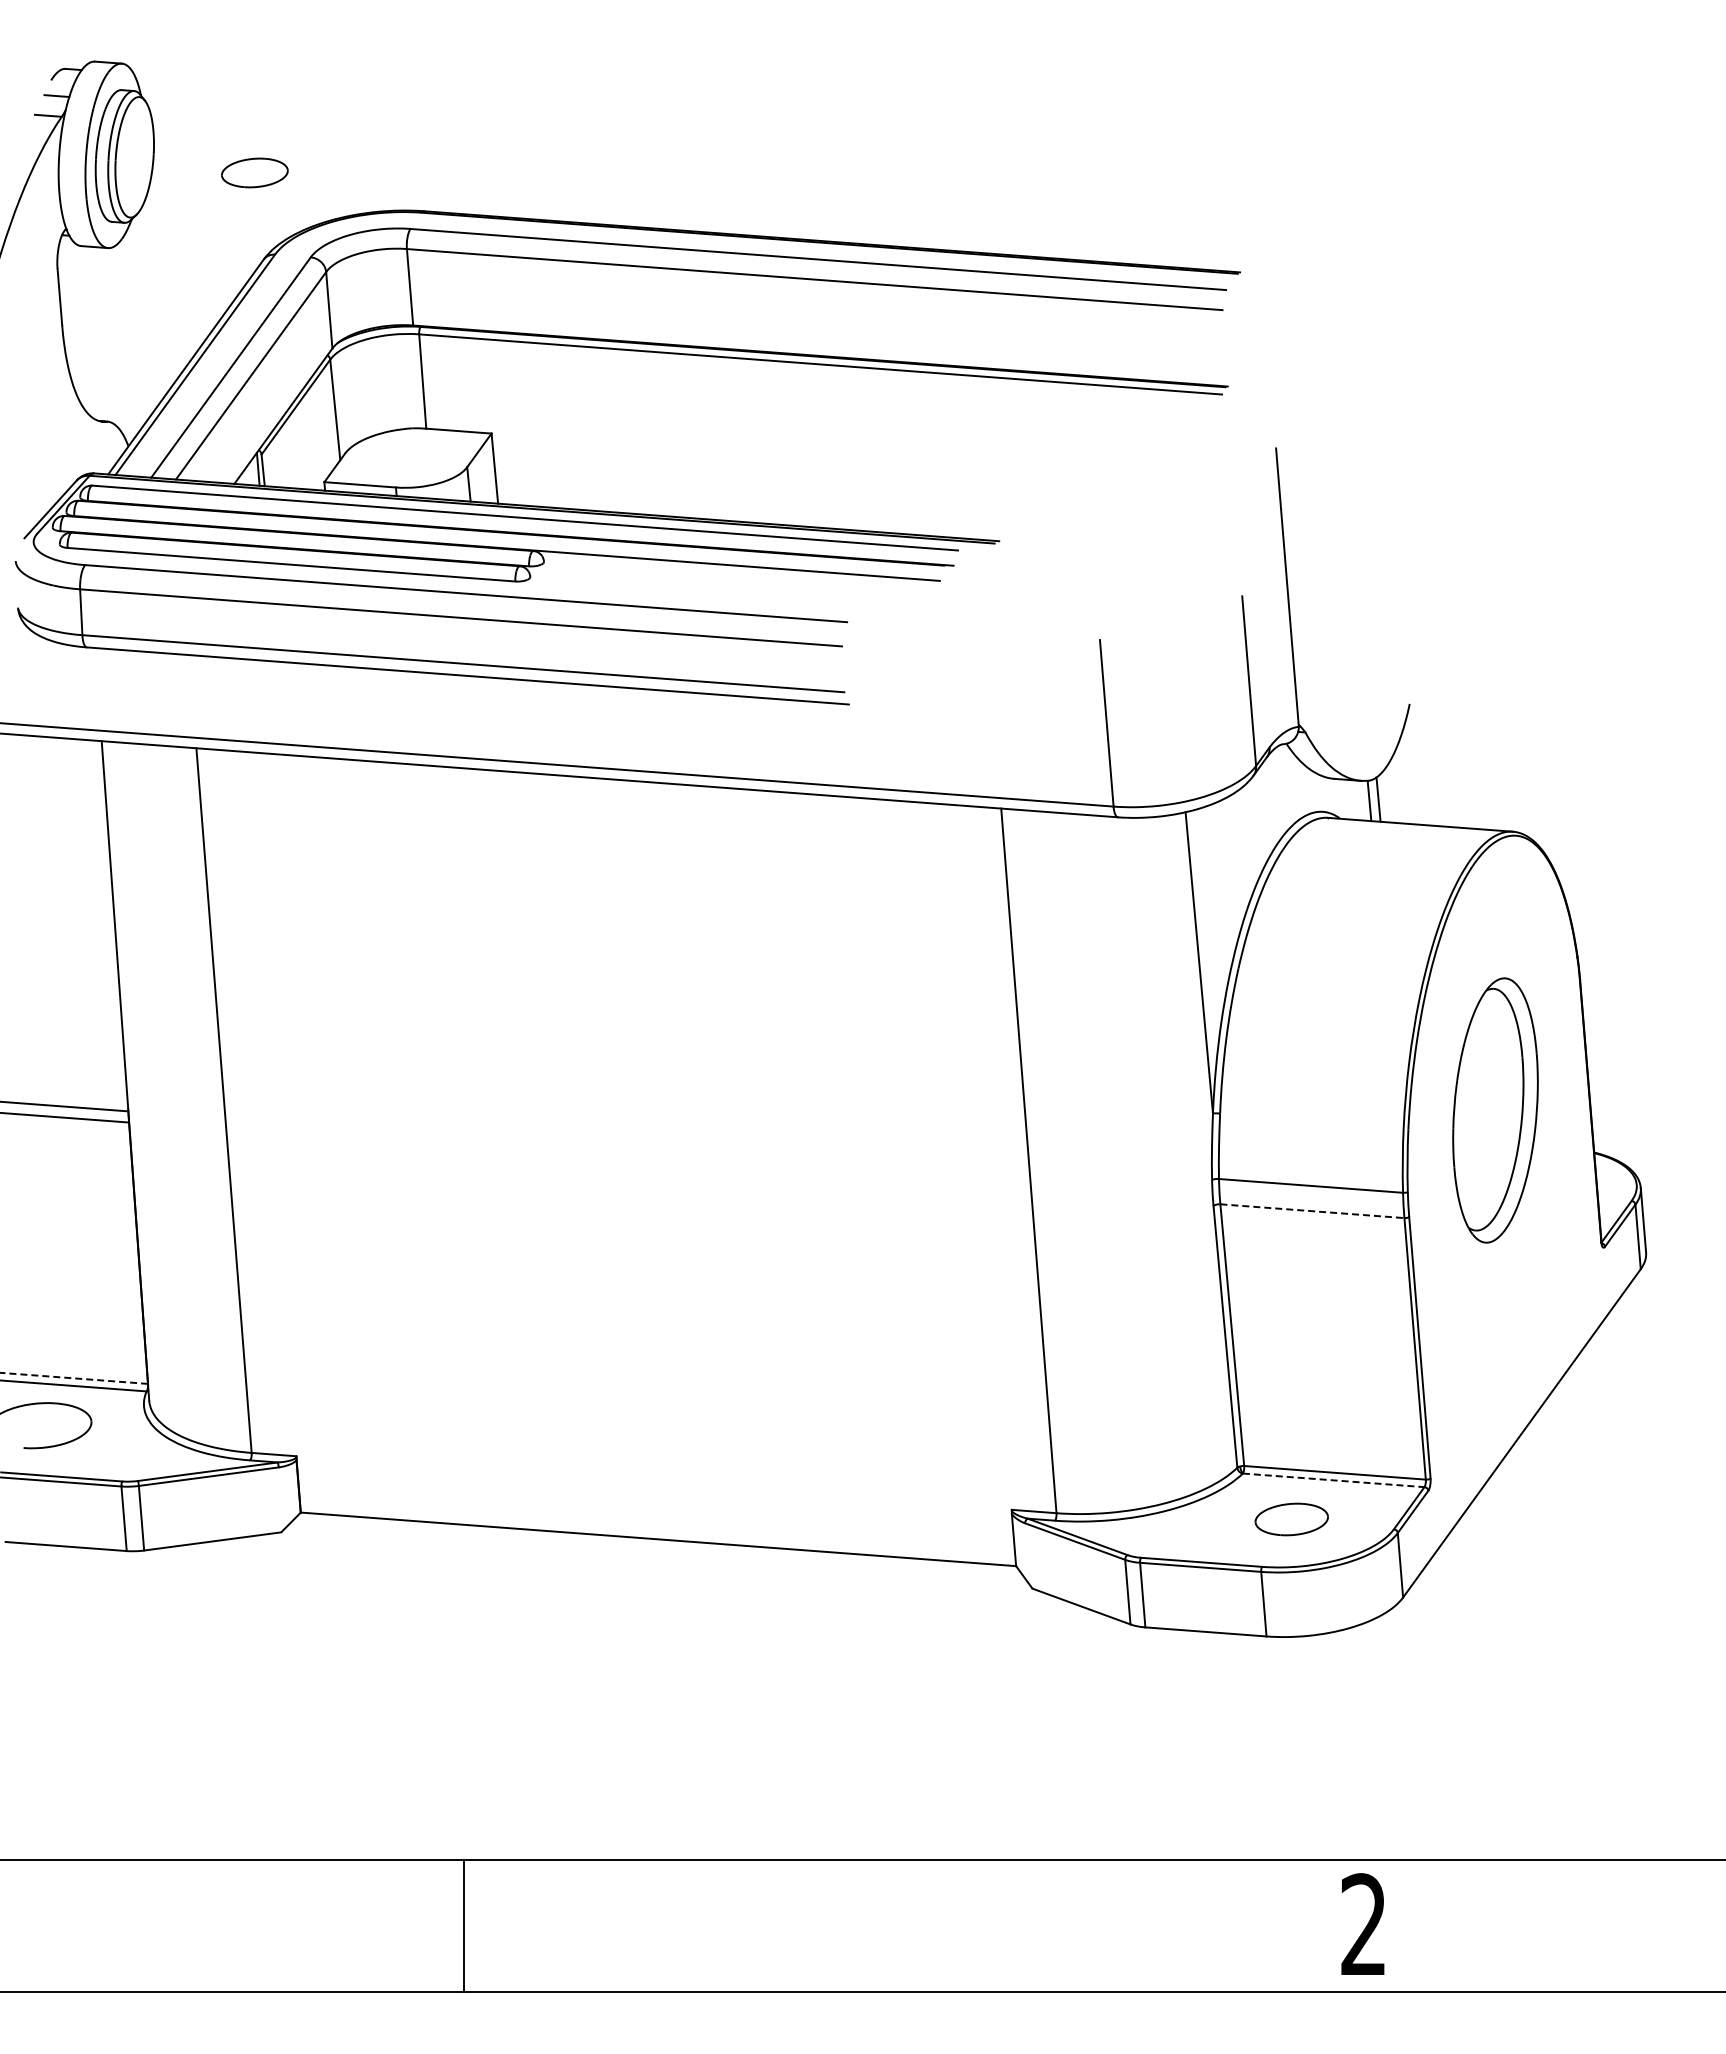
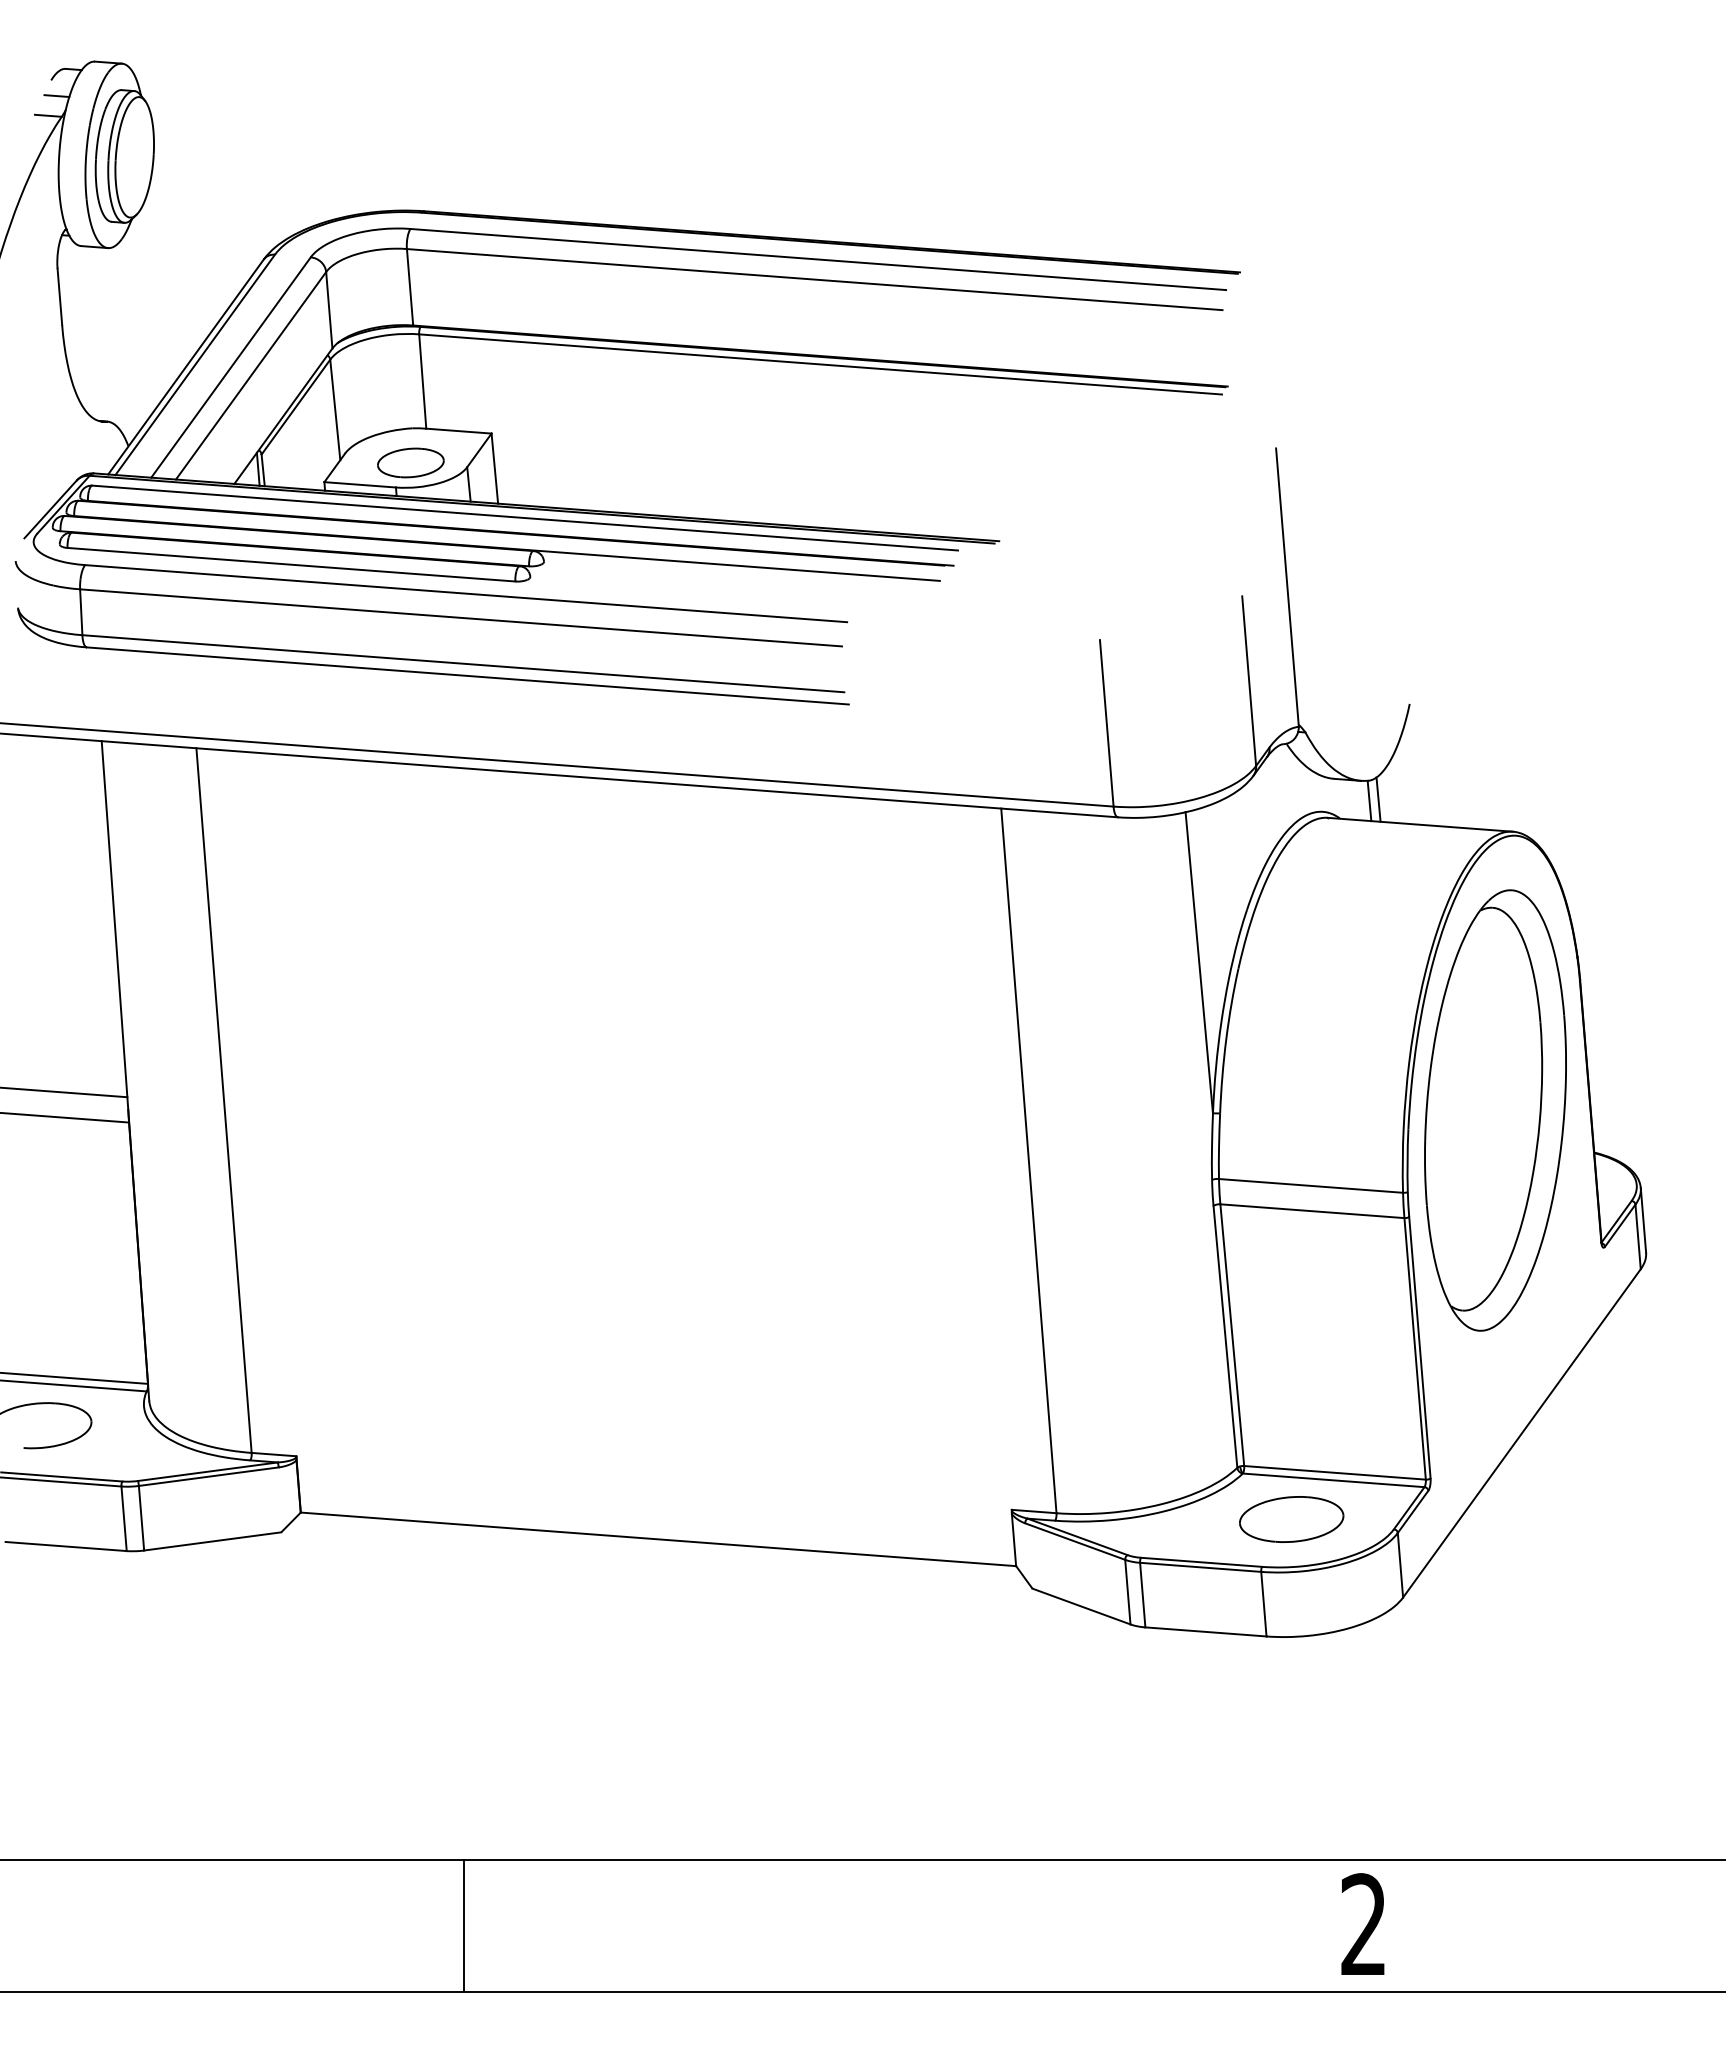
part at (254, 172) position: (254, 172) -> (410, 462)
line at (64, 1106) position: (64, 1106) -> (64, 1092)
part at (1495, 1110) size: 87x267 px -> 143x443 px
line at (1312, 1211): dashed -> solid
line at (73, 1378): dashed -> solid
line at (1334, 1480): dashed -> solid
part at (1291, 1519) size: 75x35 px -> 106x47 px
